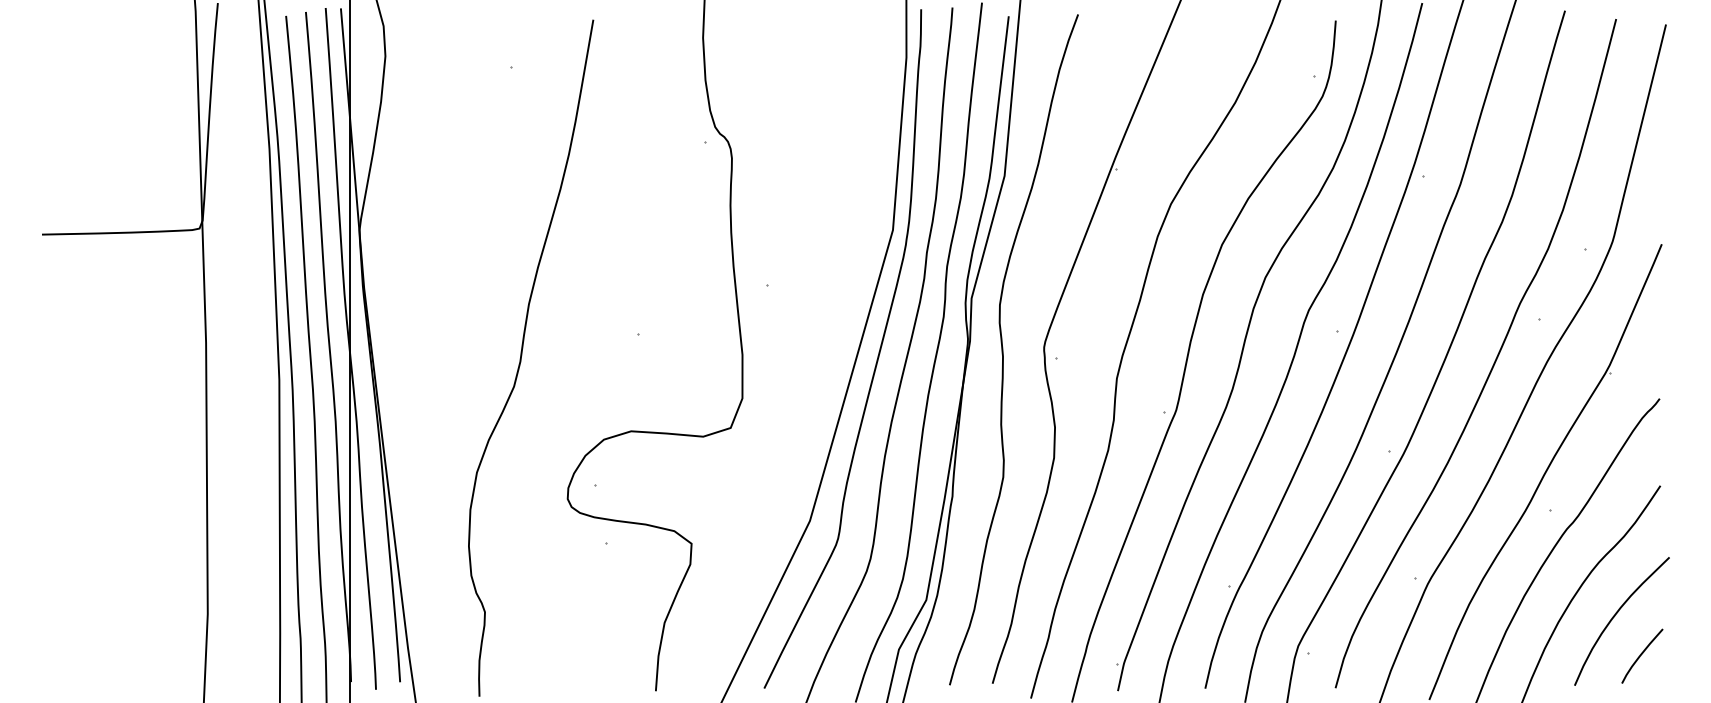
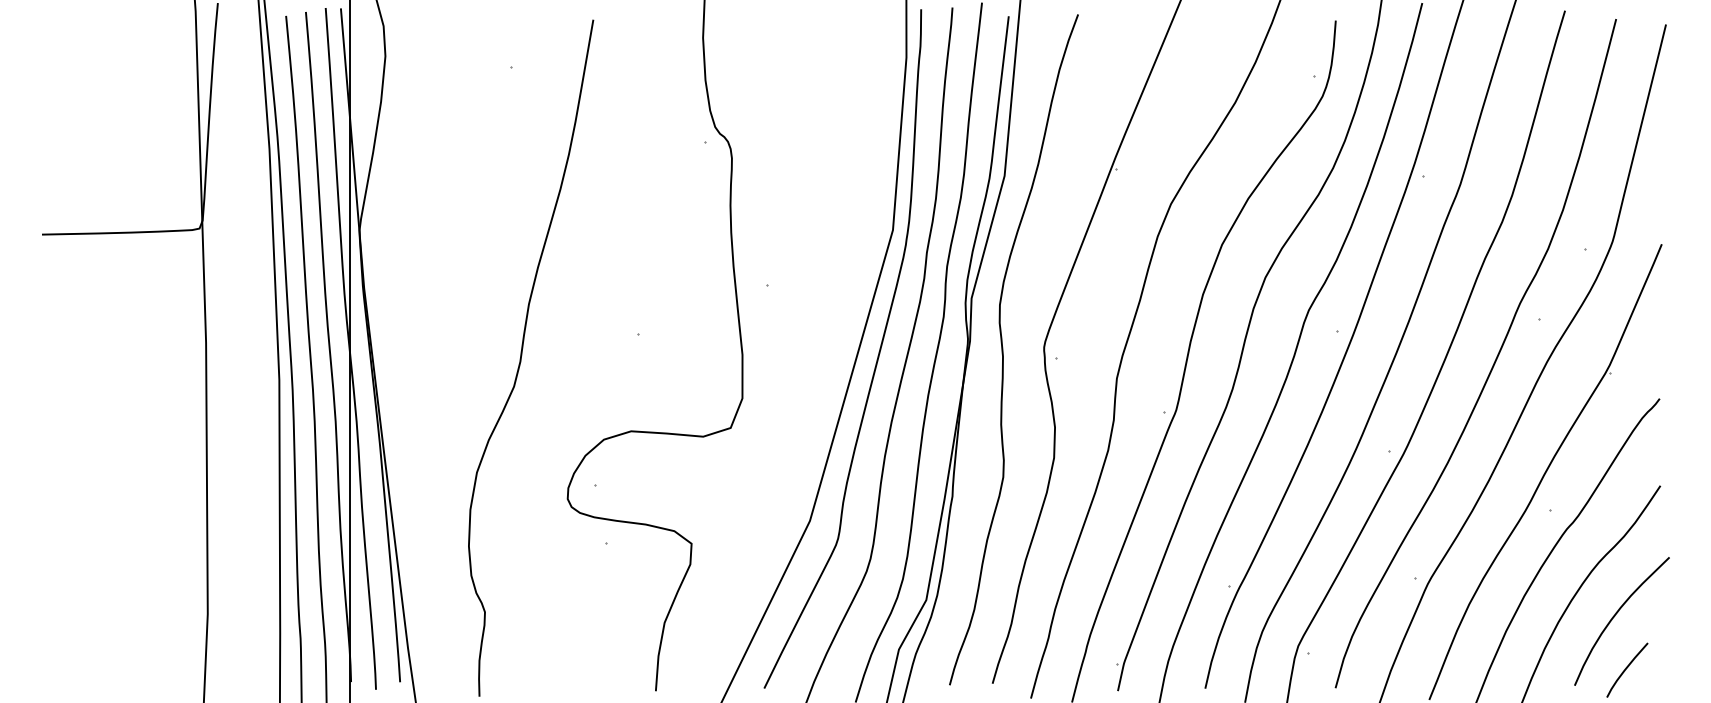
curve at (1642, 654) position: (1642, 654) -> (1627, 668)
